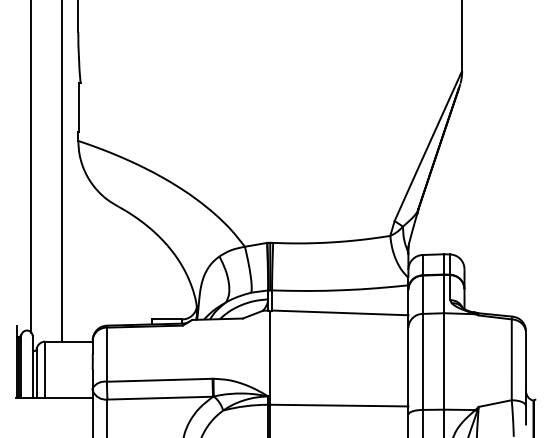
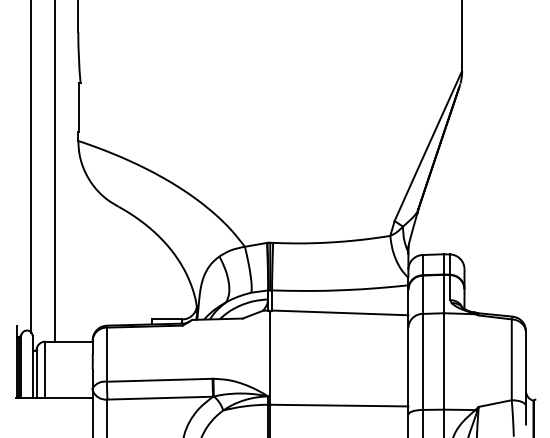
line at (61, 171) position: (61, 171) -> (54, 171)
